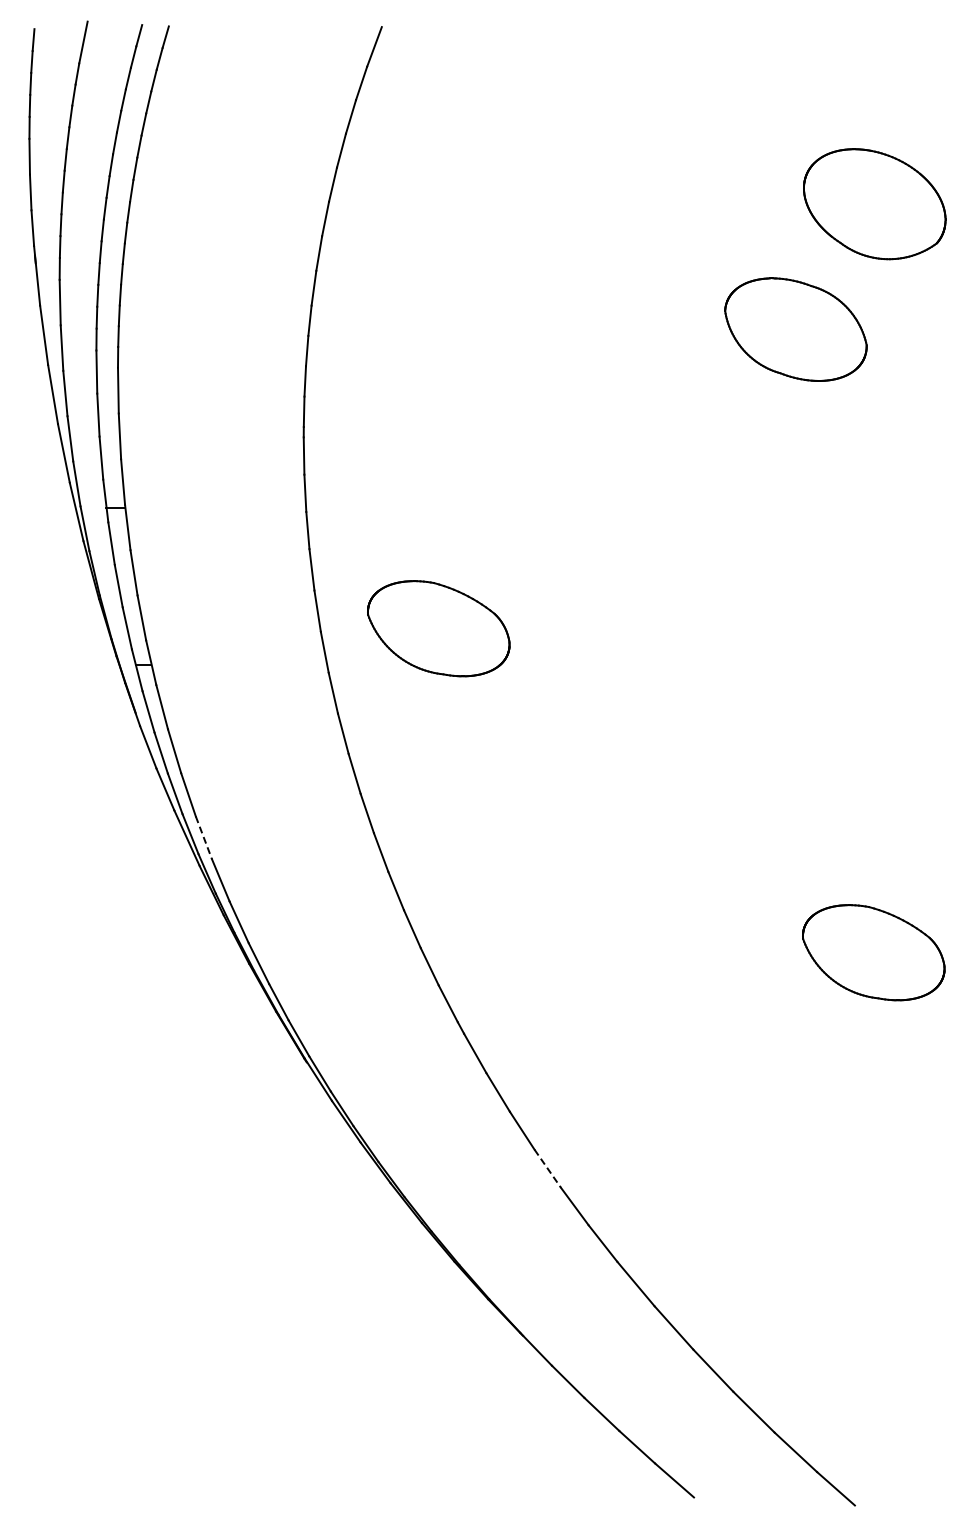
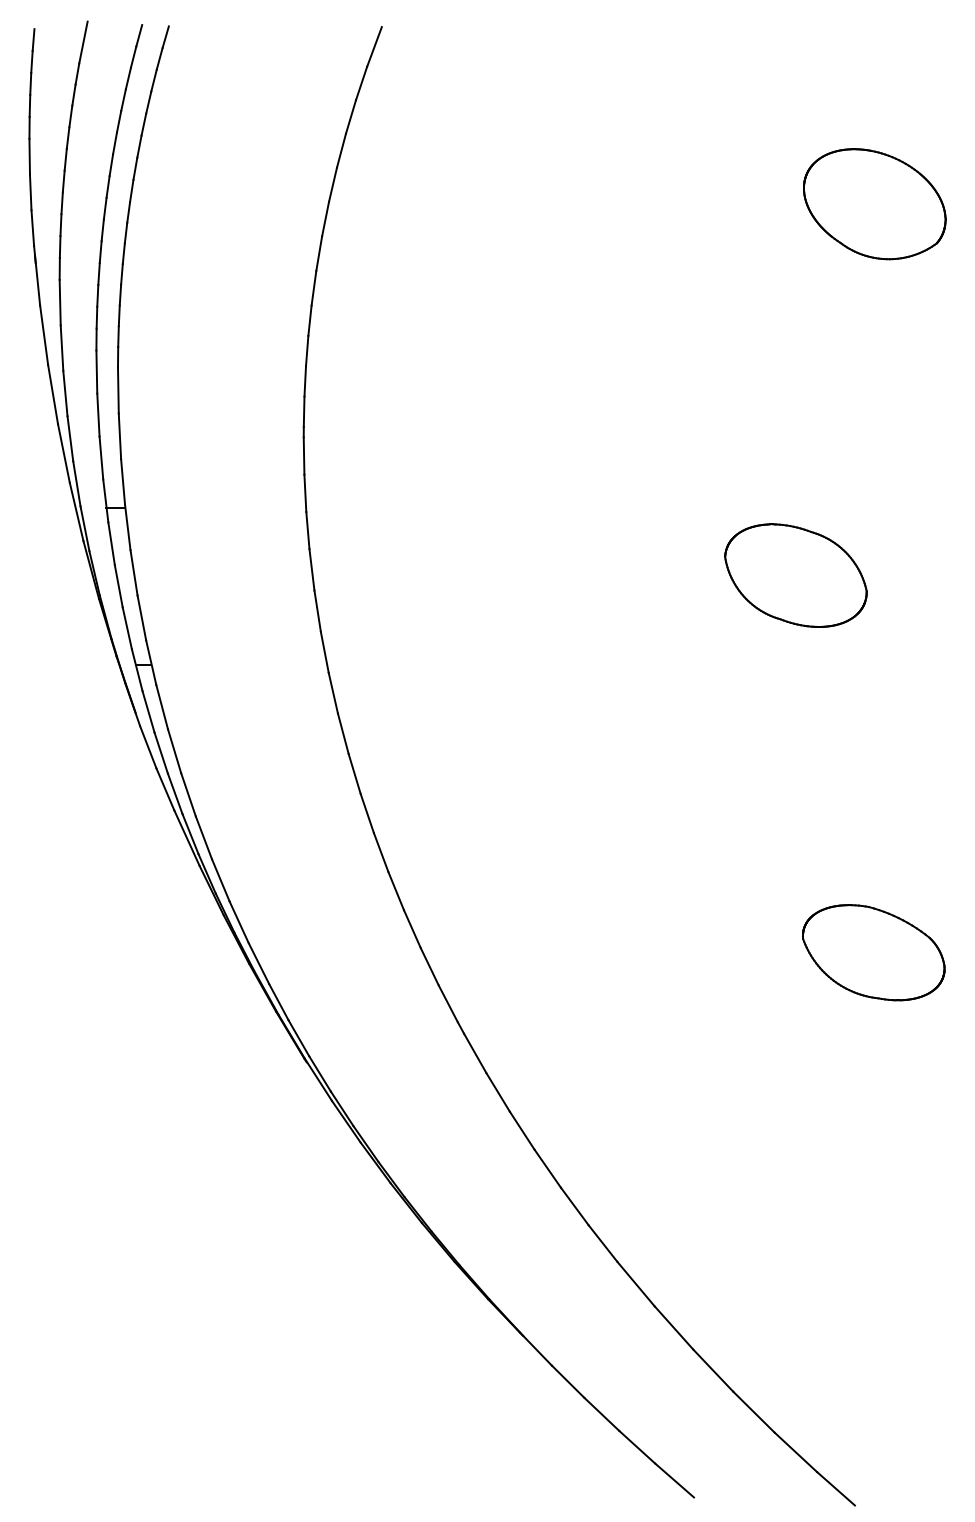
part at (795, 329) position: (795, 329) -> (795, 575)
part at (438, 628): present -> none
line at (203, 837): dashed -> solid
line at (548, 1169): dashed -> solid
